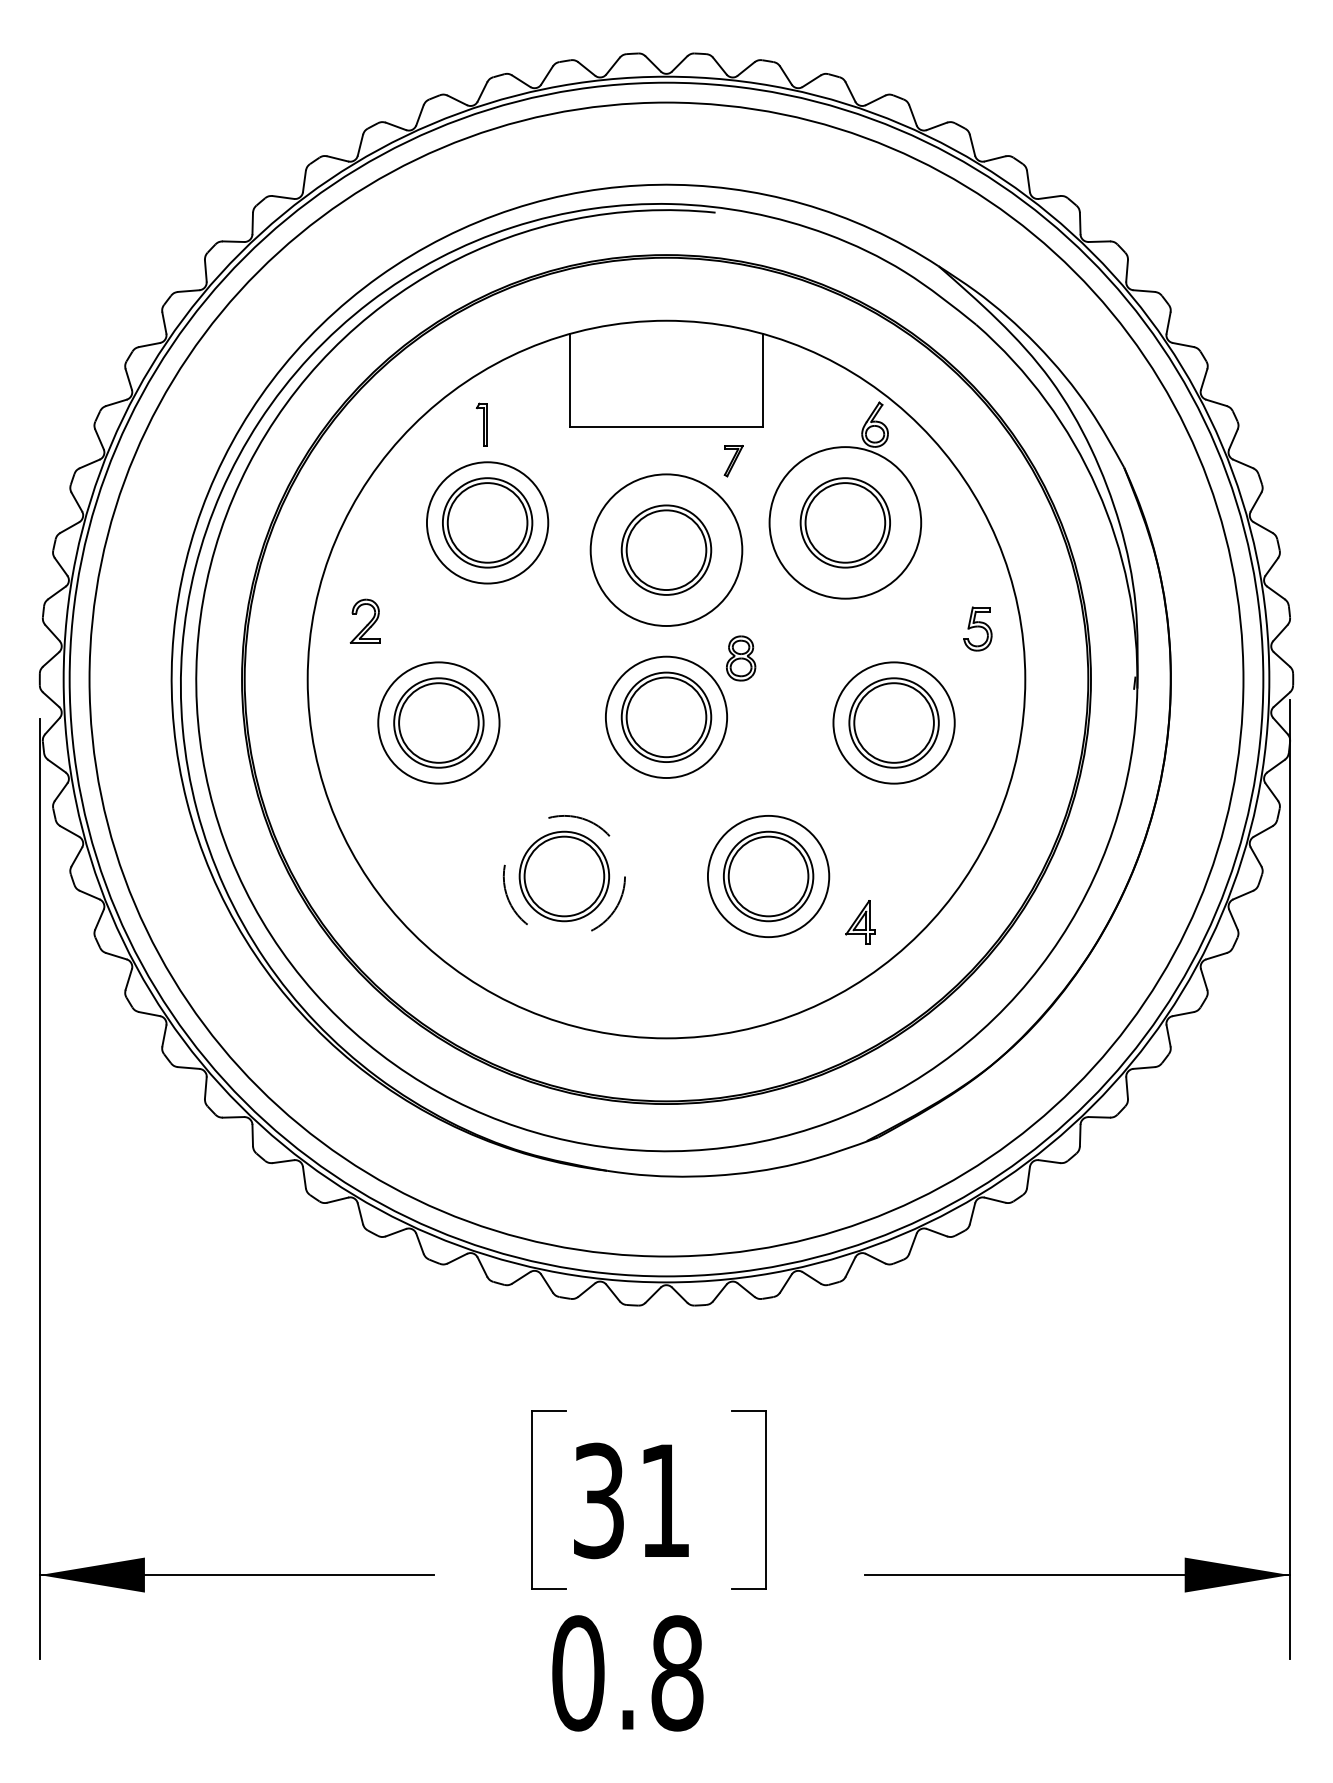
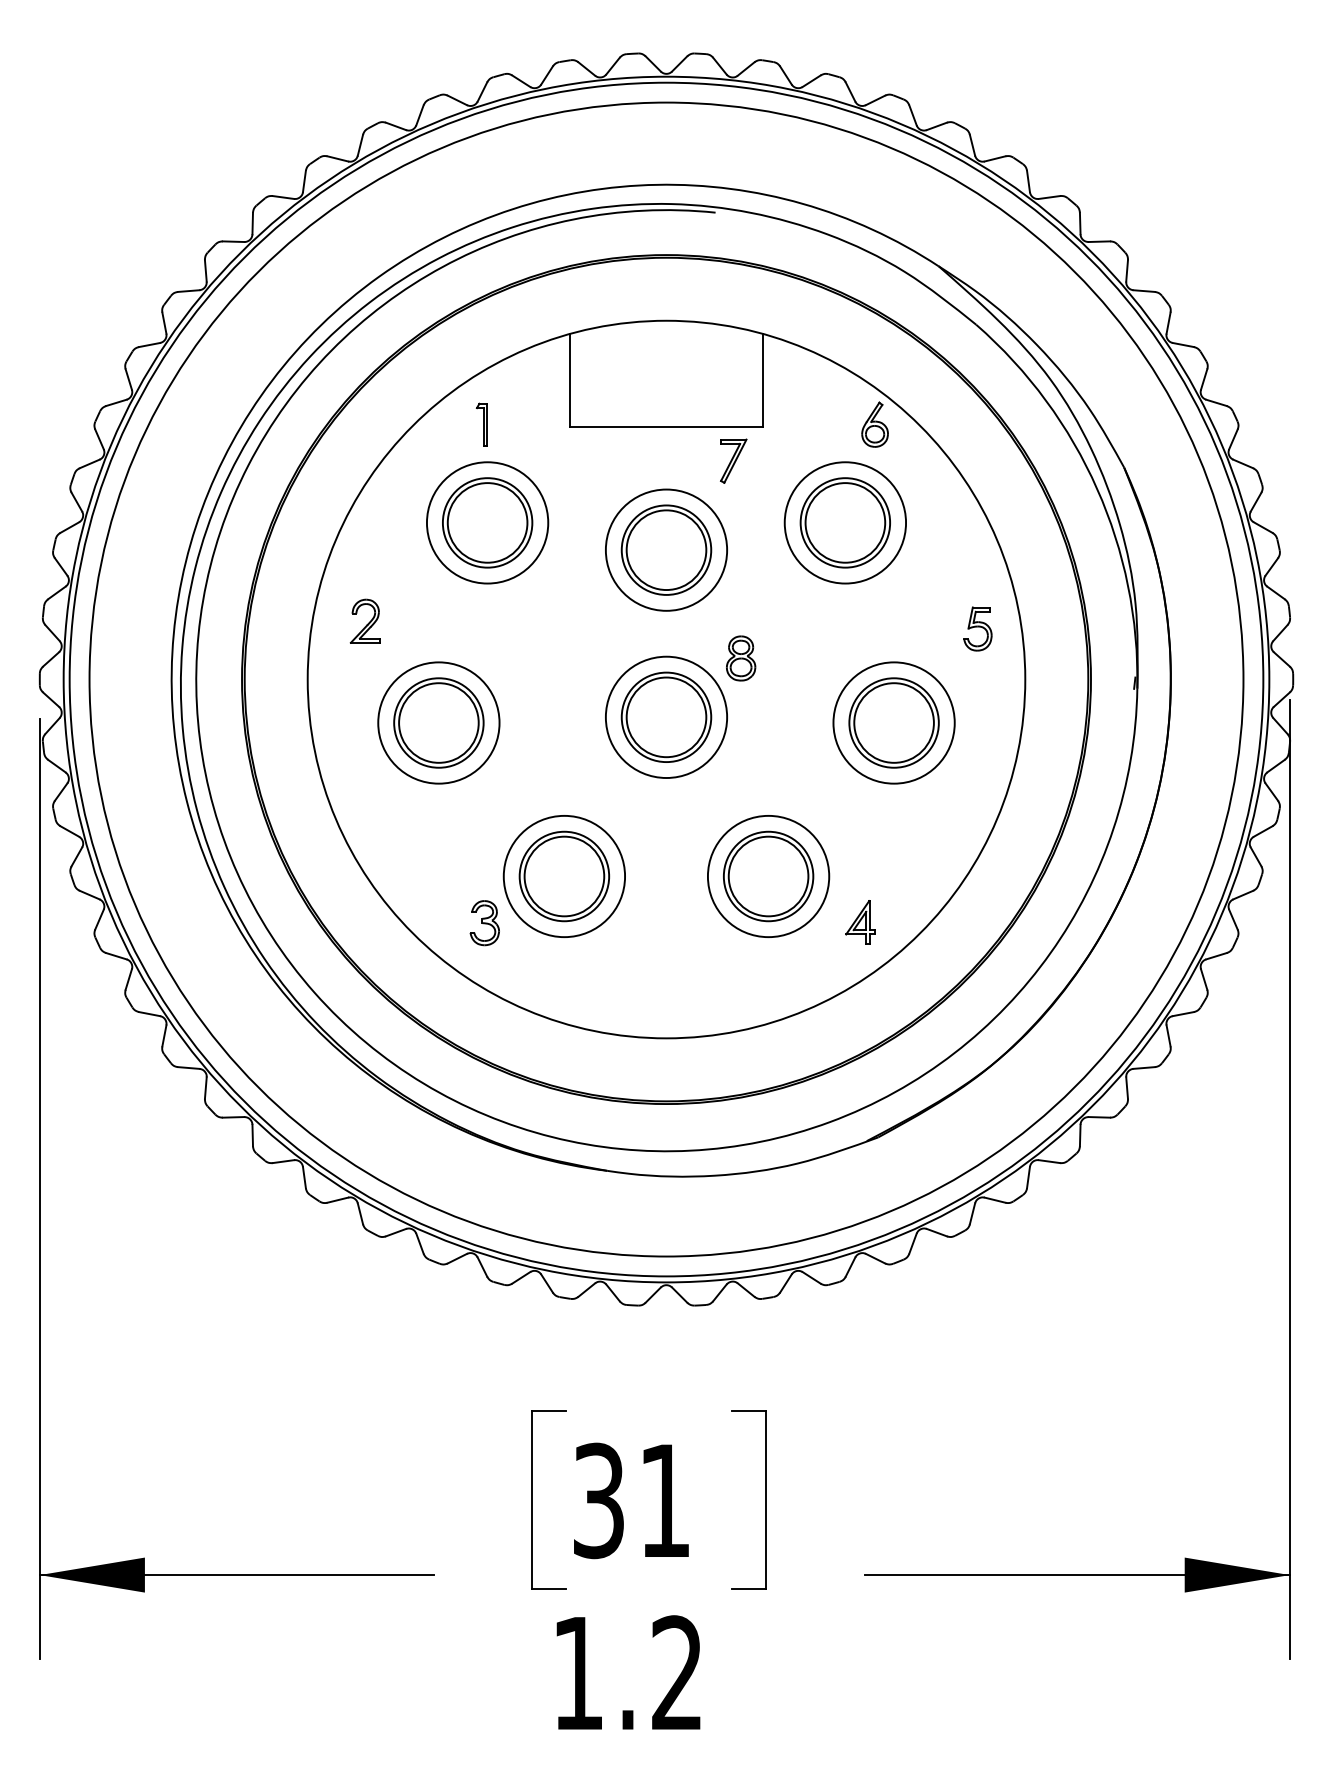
part at (733, 461) size: 21x33 px -> 28x46 px
circle at (845, 522) diameter: 152 px -> 121 px
circle at (666, 550) diameter: 152 px -> 121 px
circle at (564, 876): dashed -> solid
part at (484, 923): none -> present
text at (627, 1673): 0.8 -> 1.2
